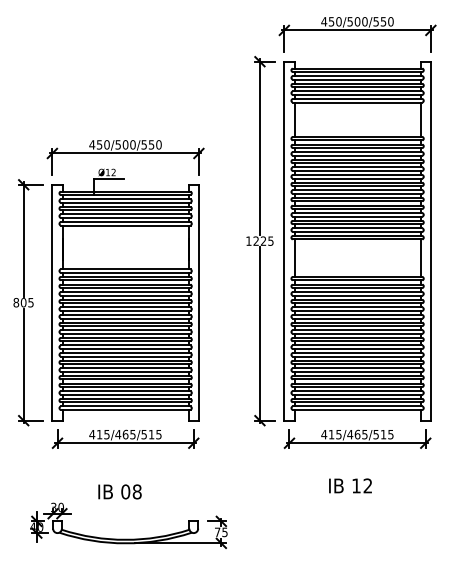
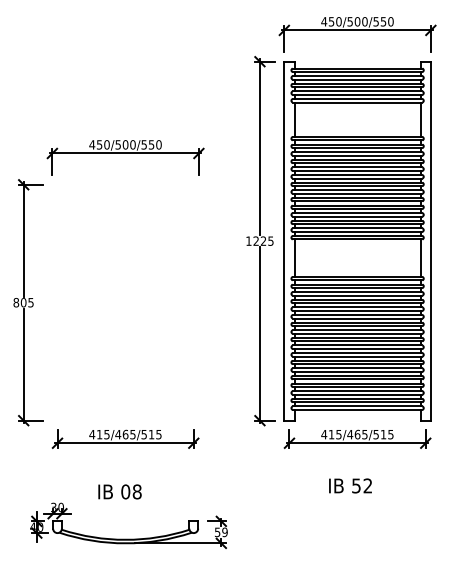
part at (125, 294): present -> none
text at (356, 485): 12 -> 52
text at (221, 532): 75 -> 59
